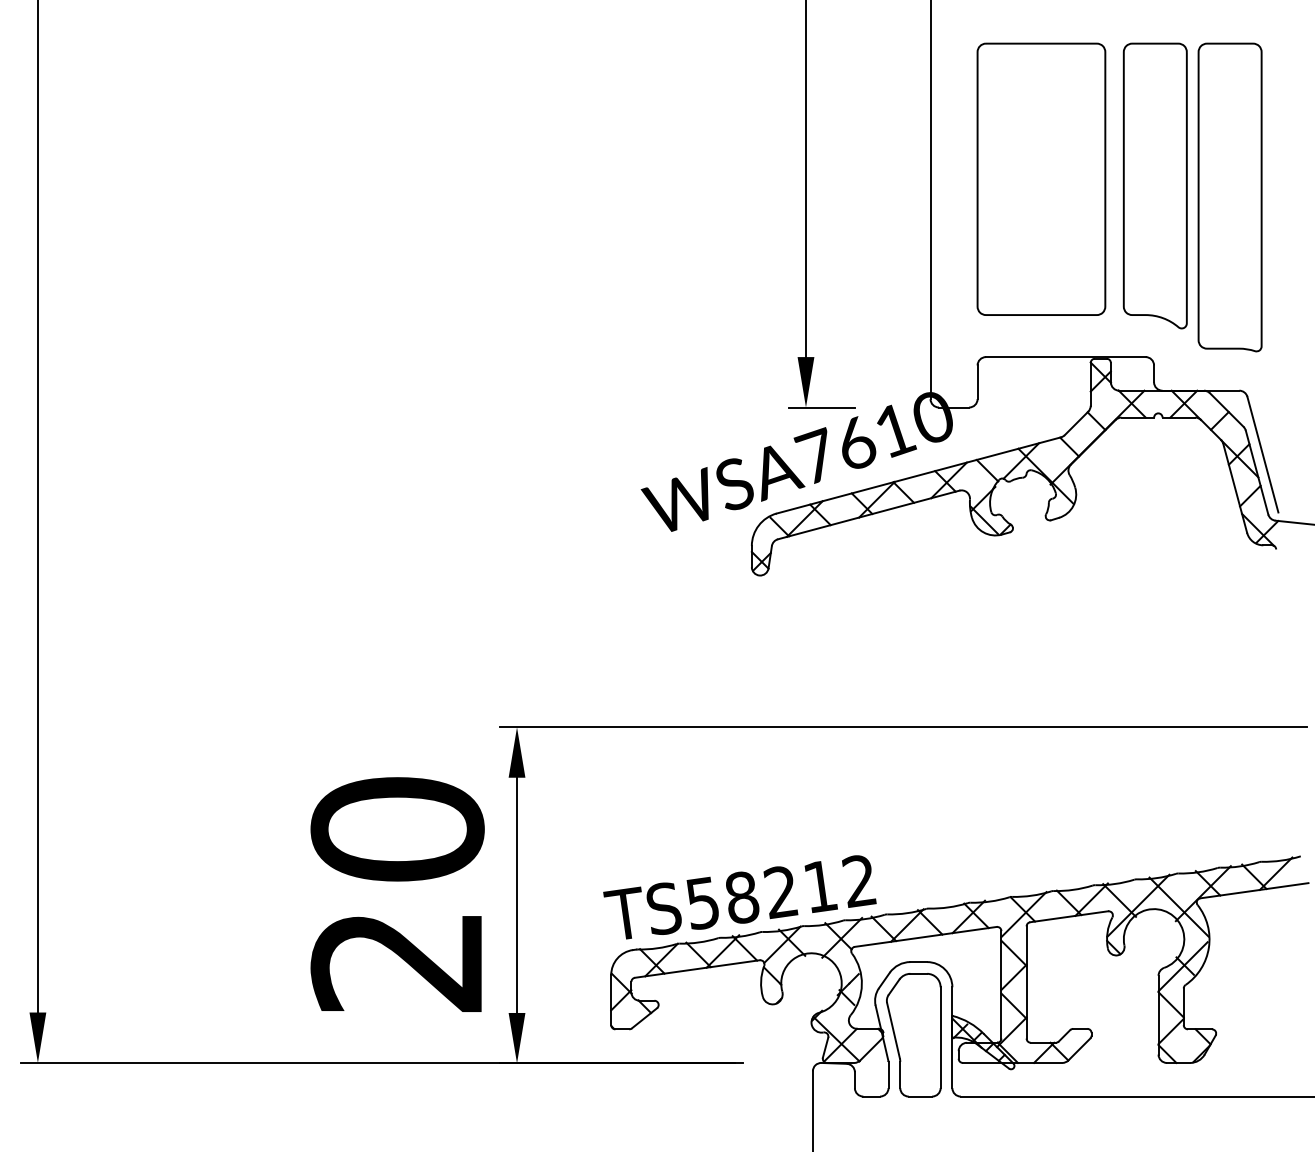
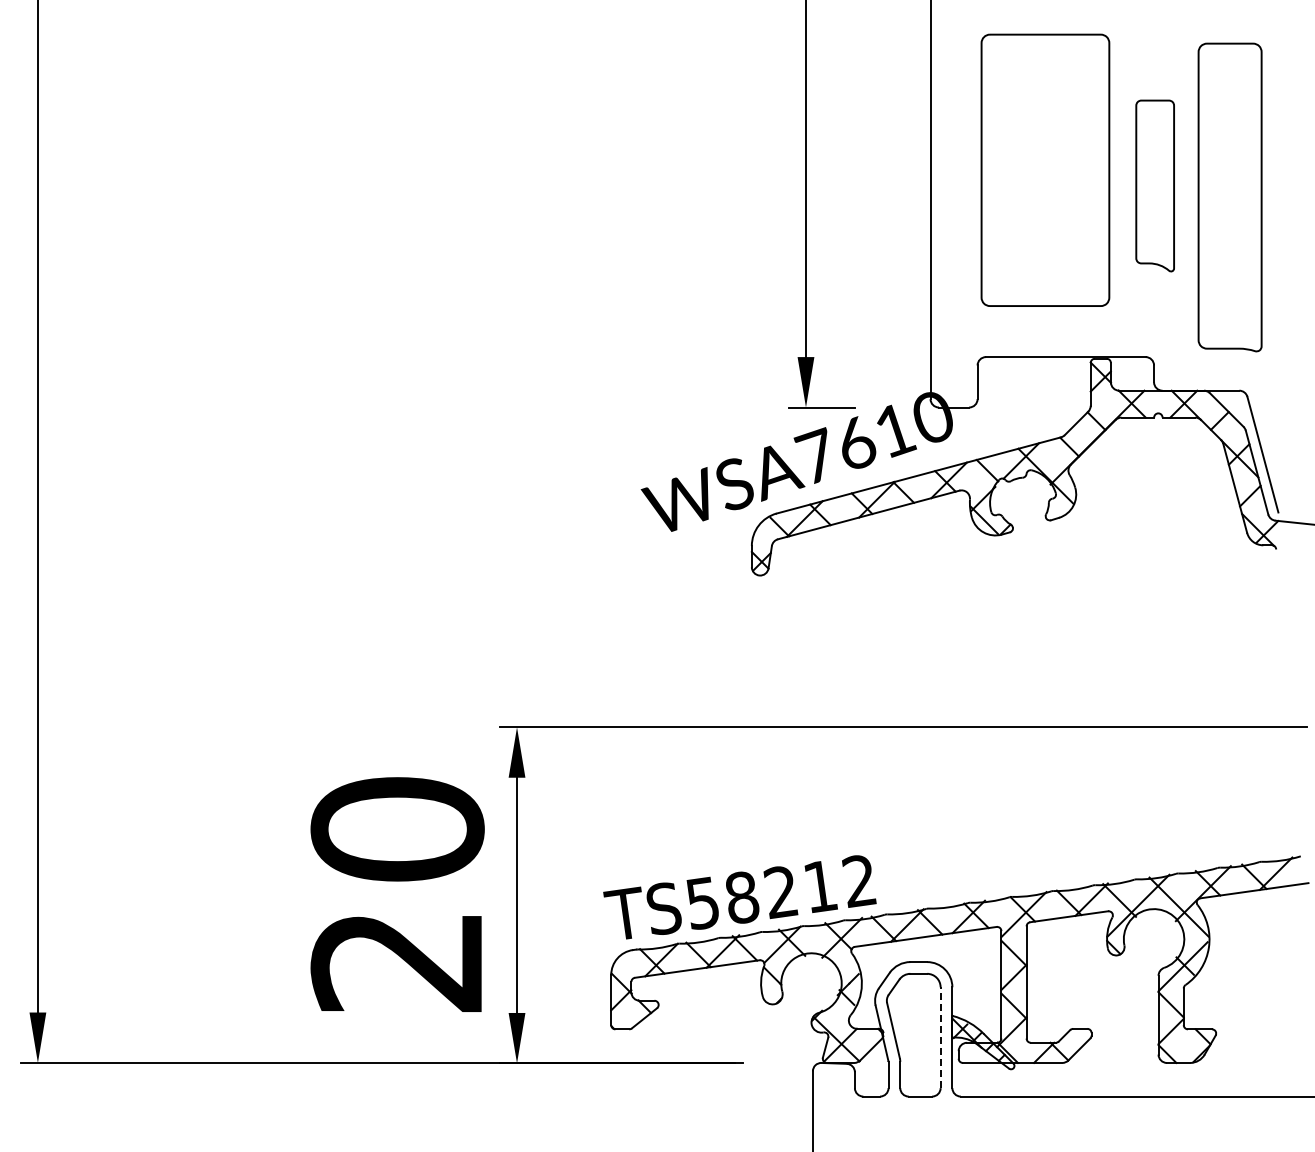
part at (1041, 178) position: (1041, 178) -> (1045, 169)
part at (1154, 185) size: 66x288 px -> 40x174 px
line at (940, 1037): solid -> dashed
